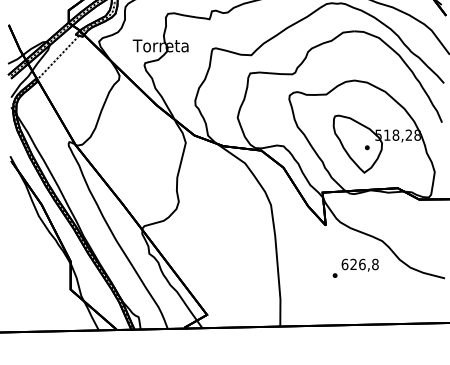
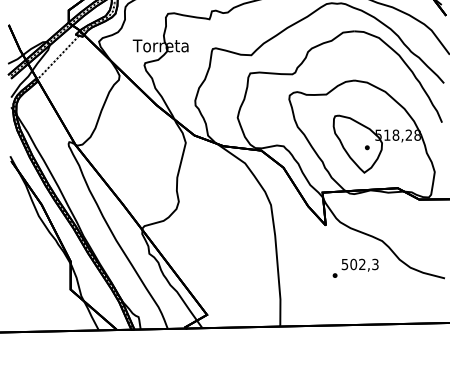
text at (359, 264): 626,8 -> 502,3
